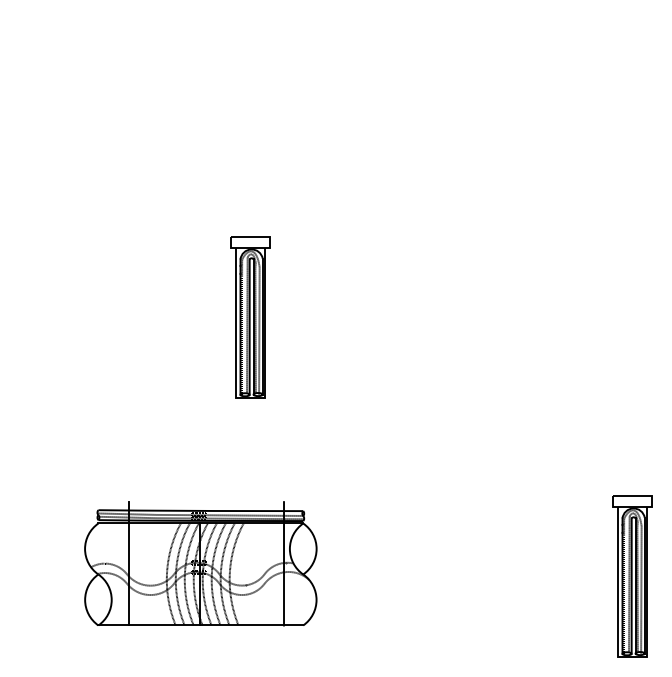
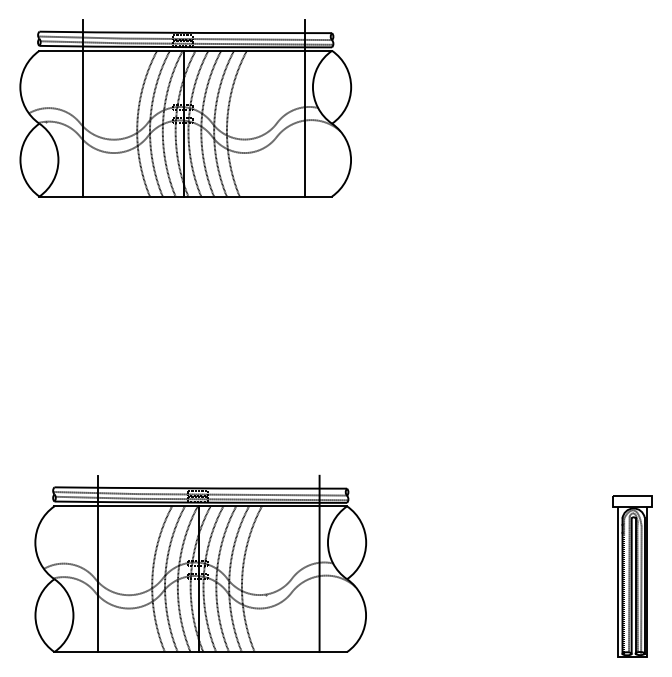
part at (185, 108): none -> present
part at (250, 317): present -> none
part at (200, 563) size: 234x126 px -> 334x179 px
